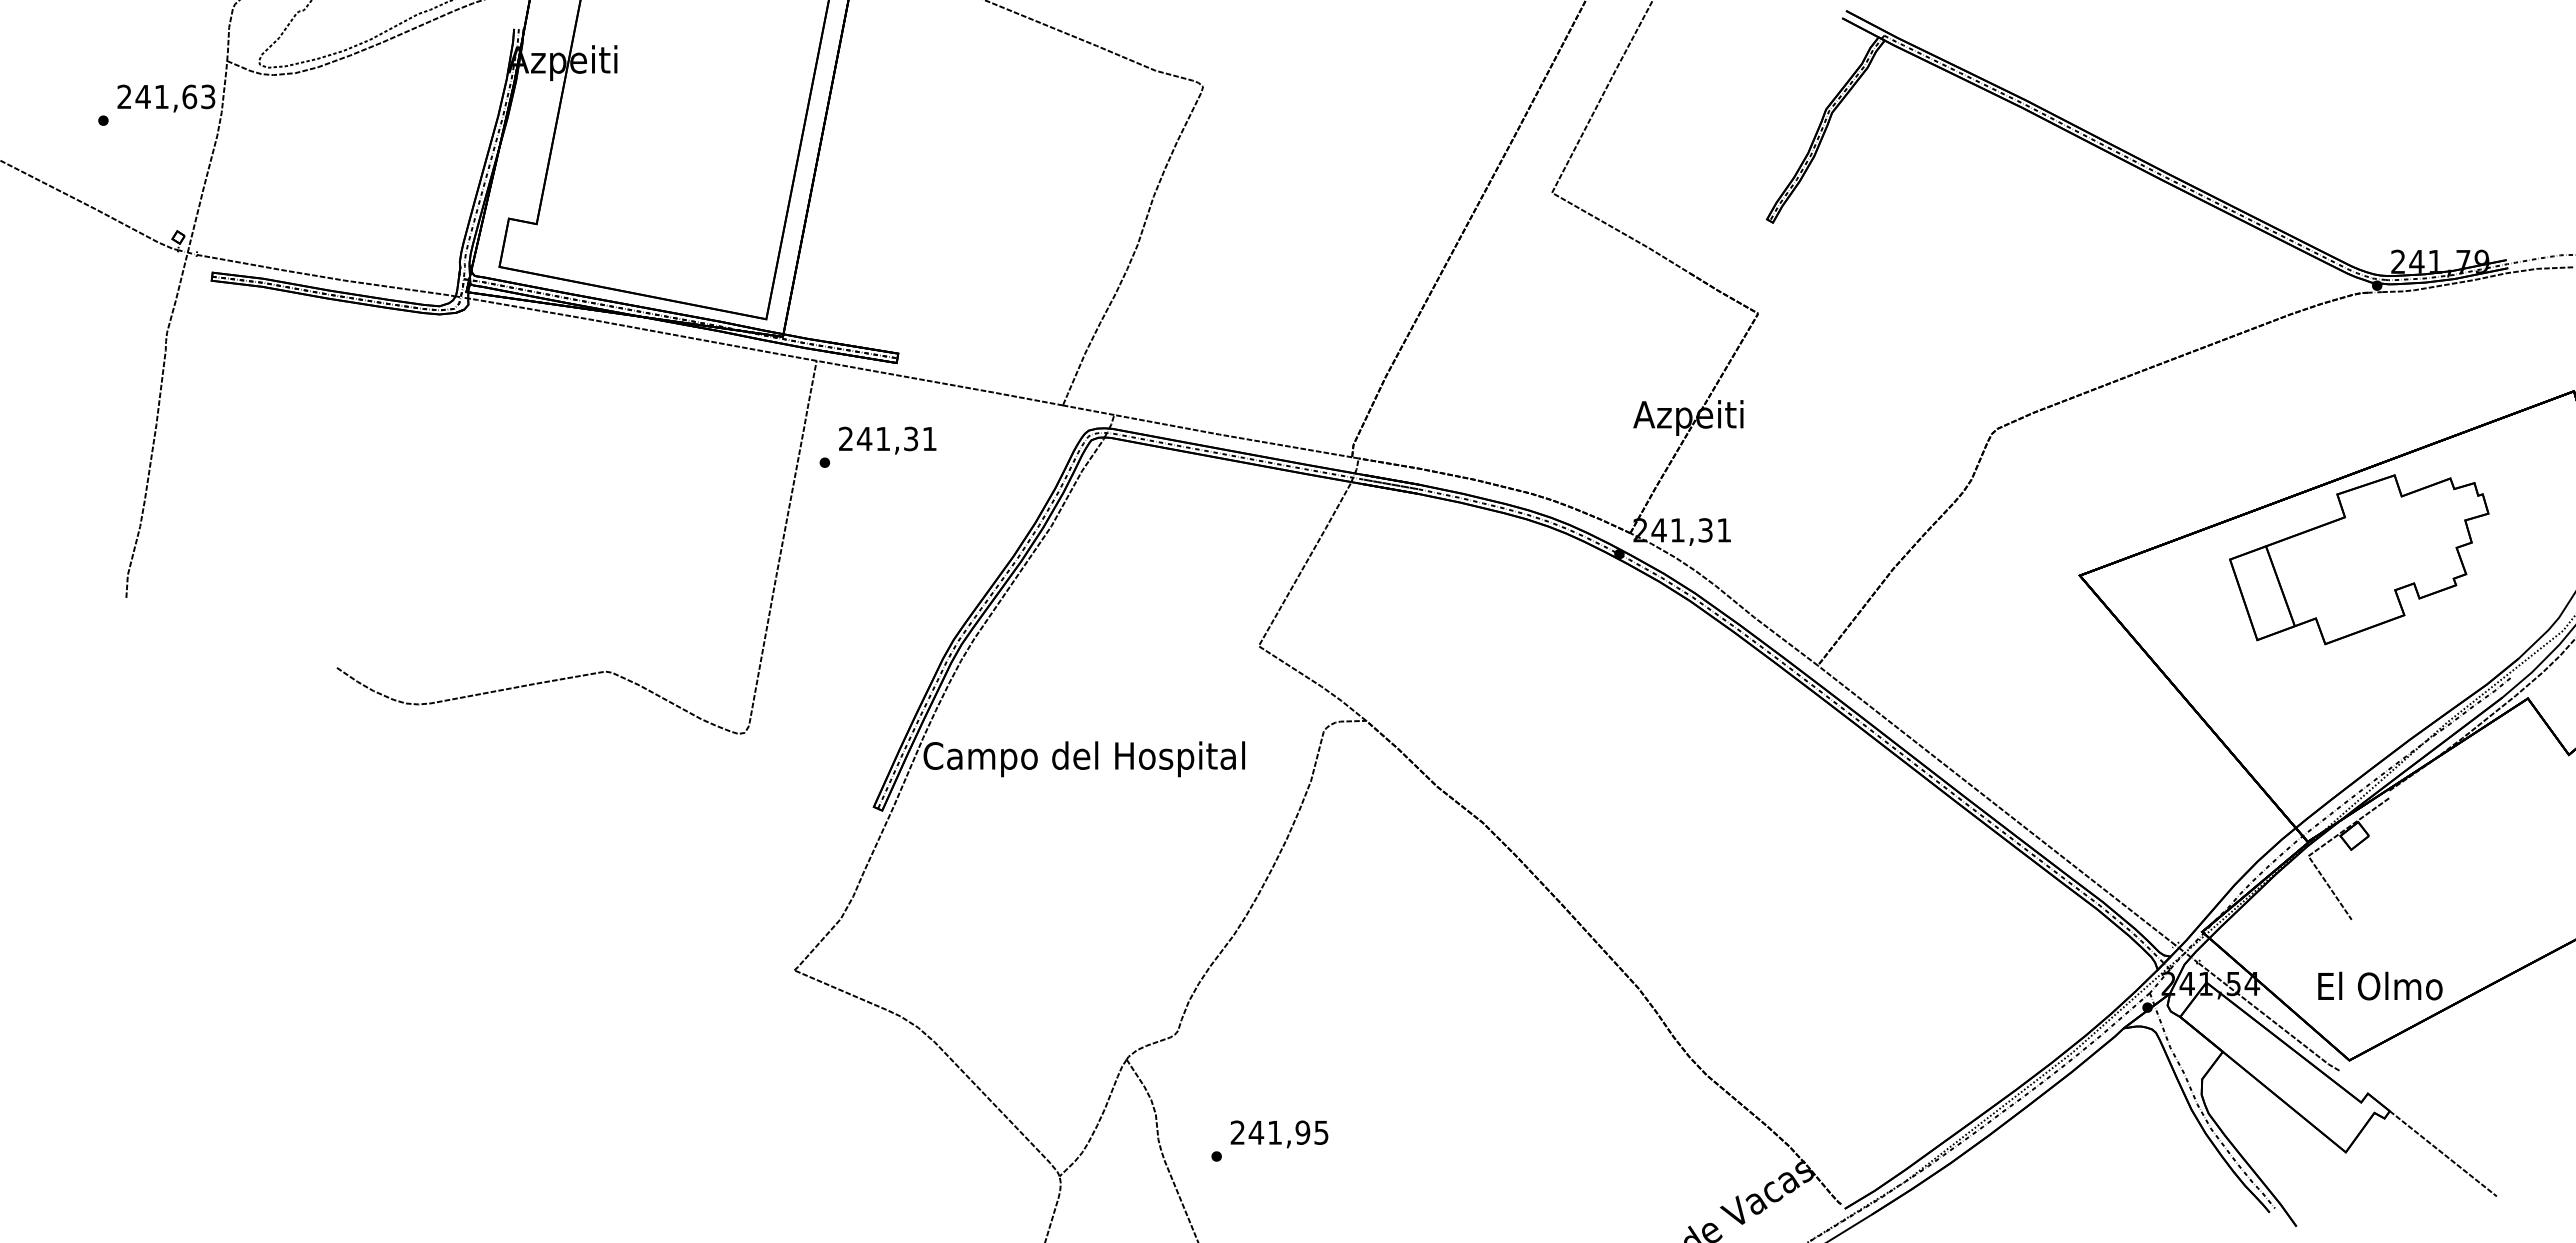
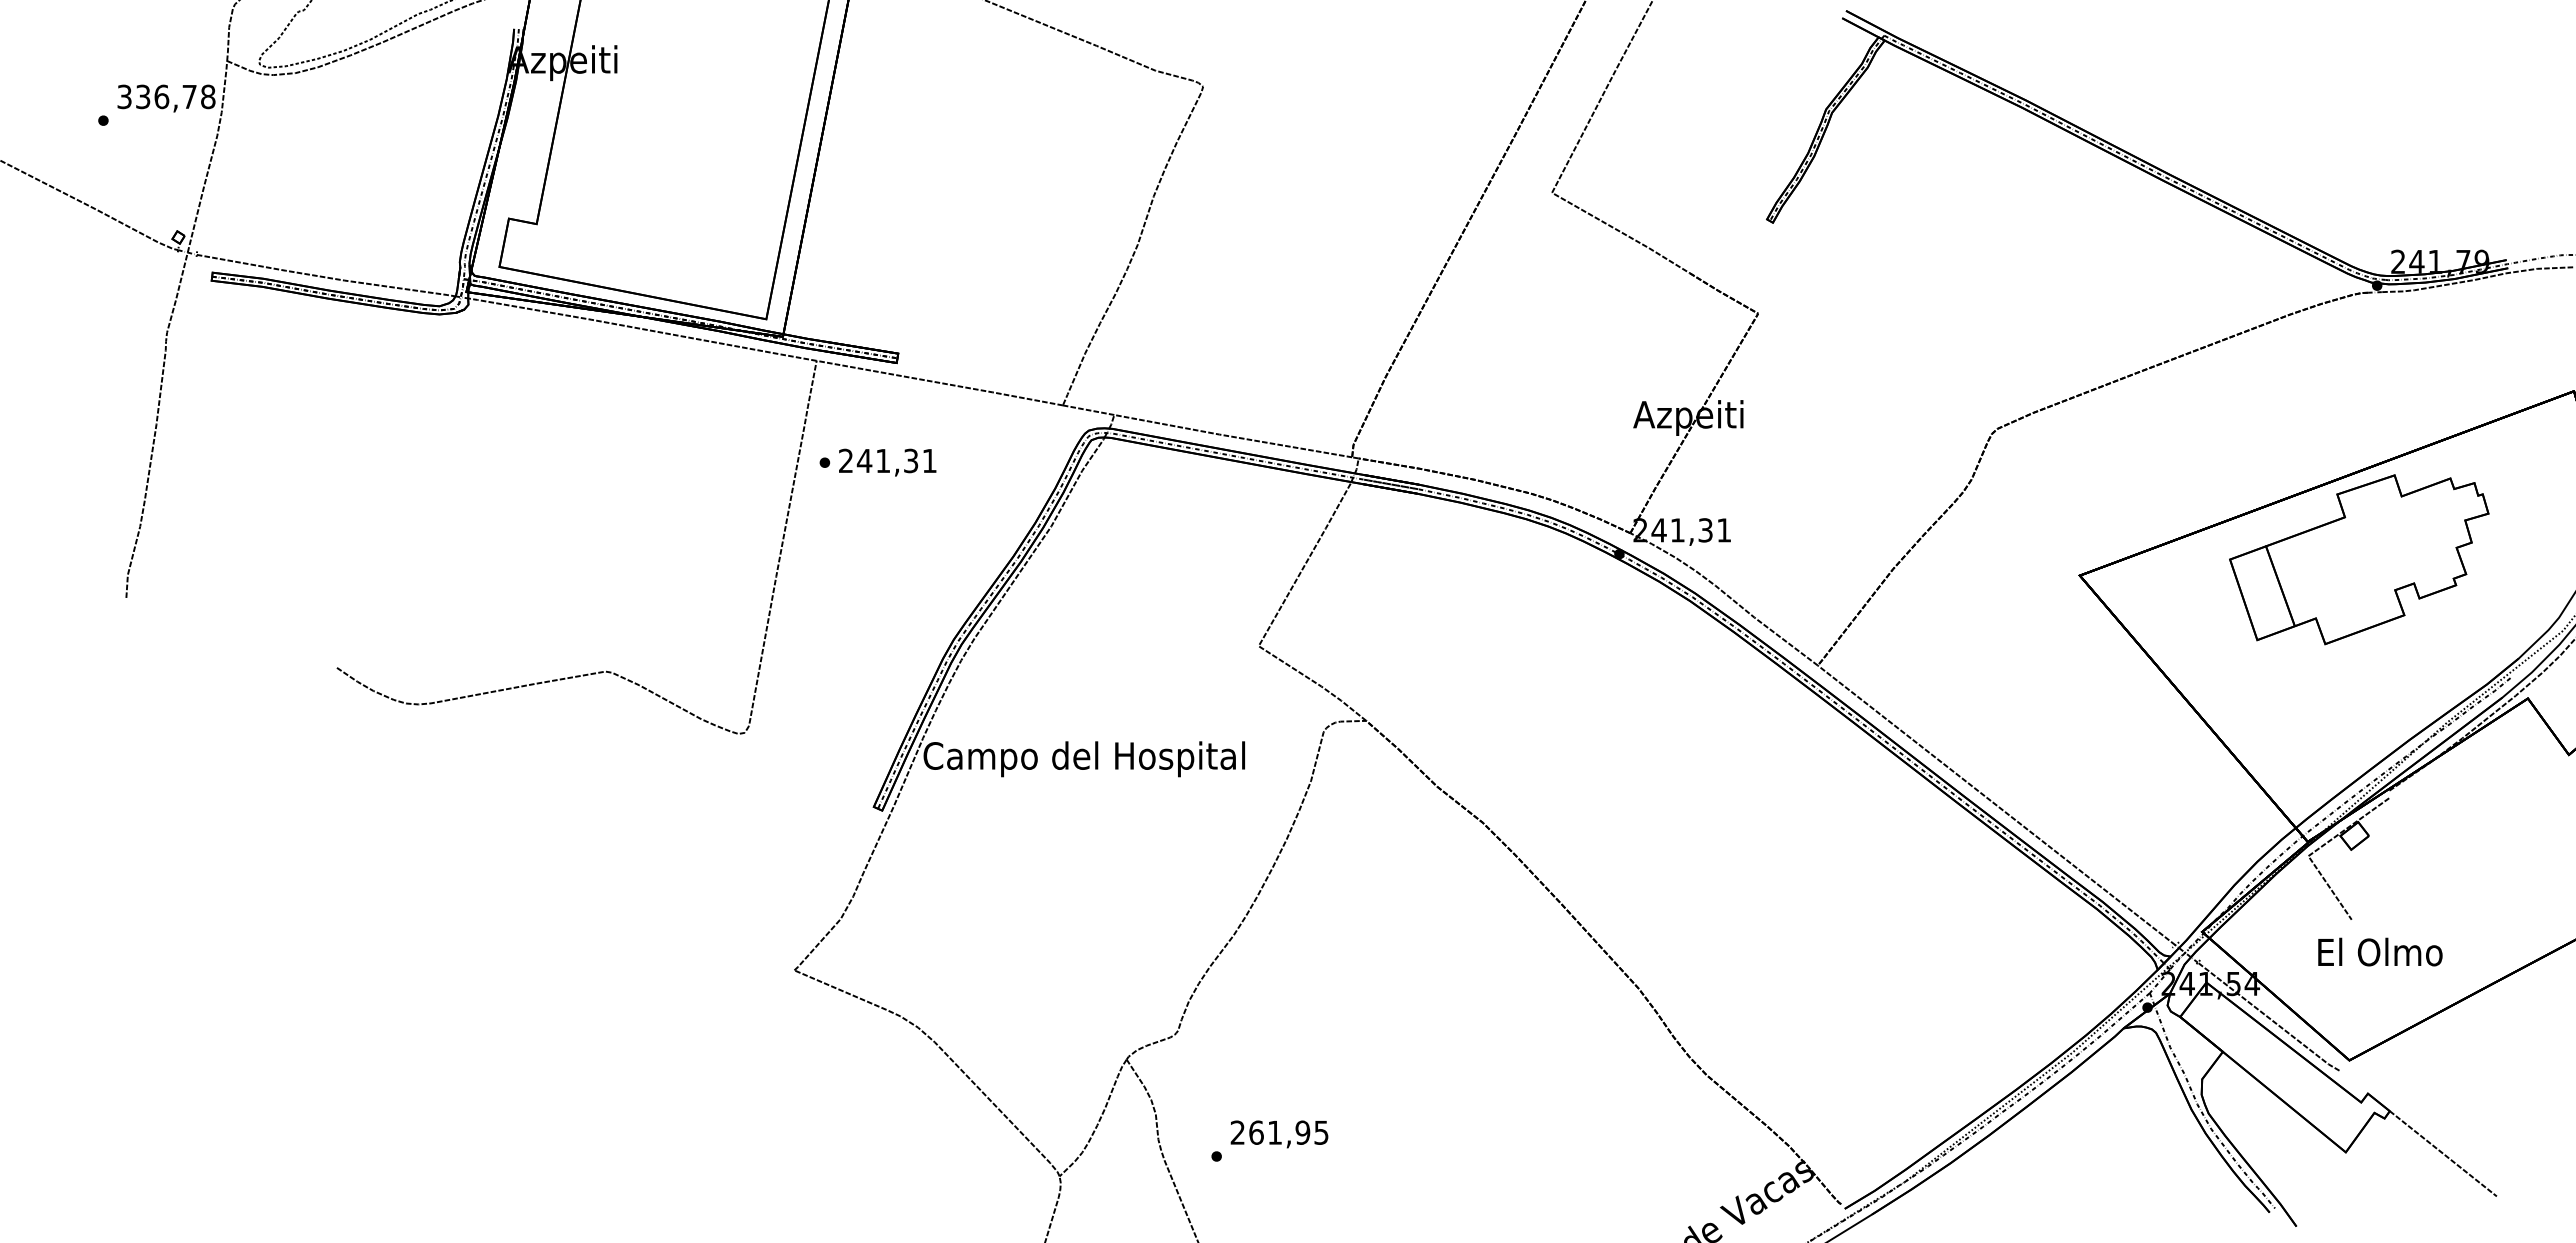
text at (166, 96): 241,63 -> 336,78
text at (887, 440) position: (887, 440) -> (887, 462)
text at (2380, 985) position: (2380, 985) -> (2380, 951)
text at (1256, 1132): 241,95 -> 261,95
